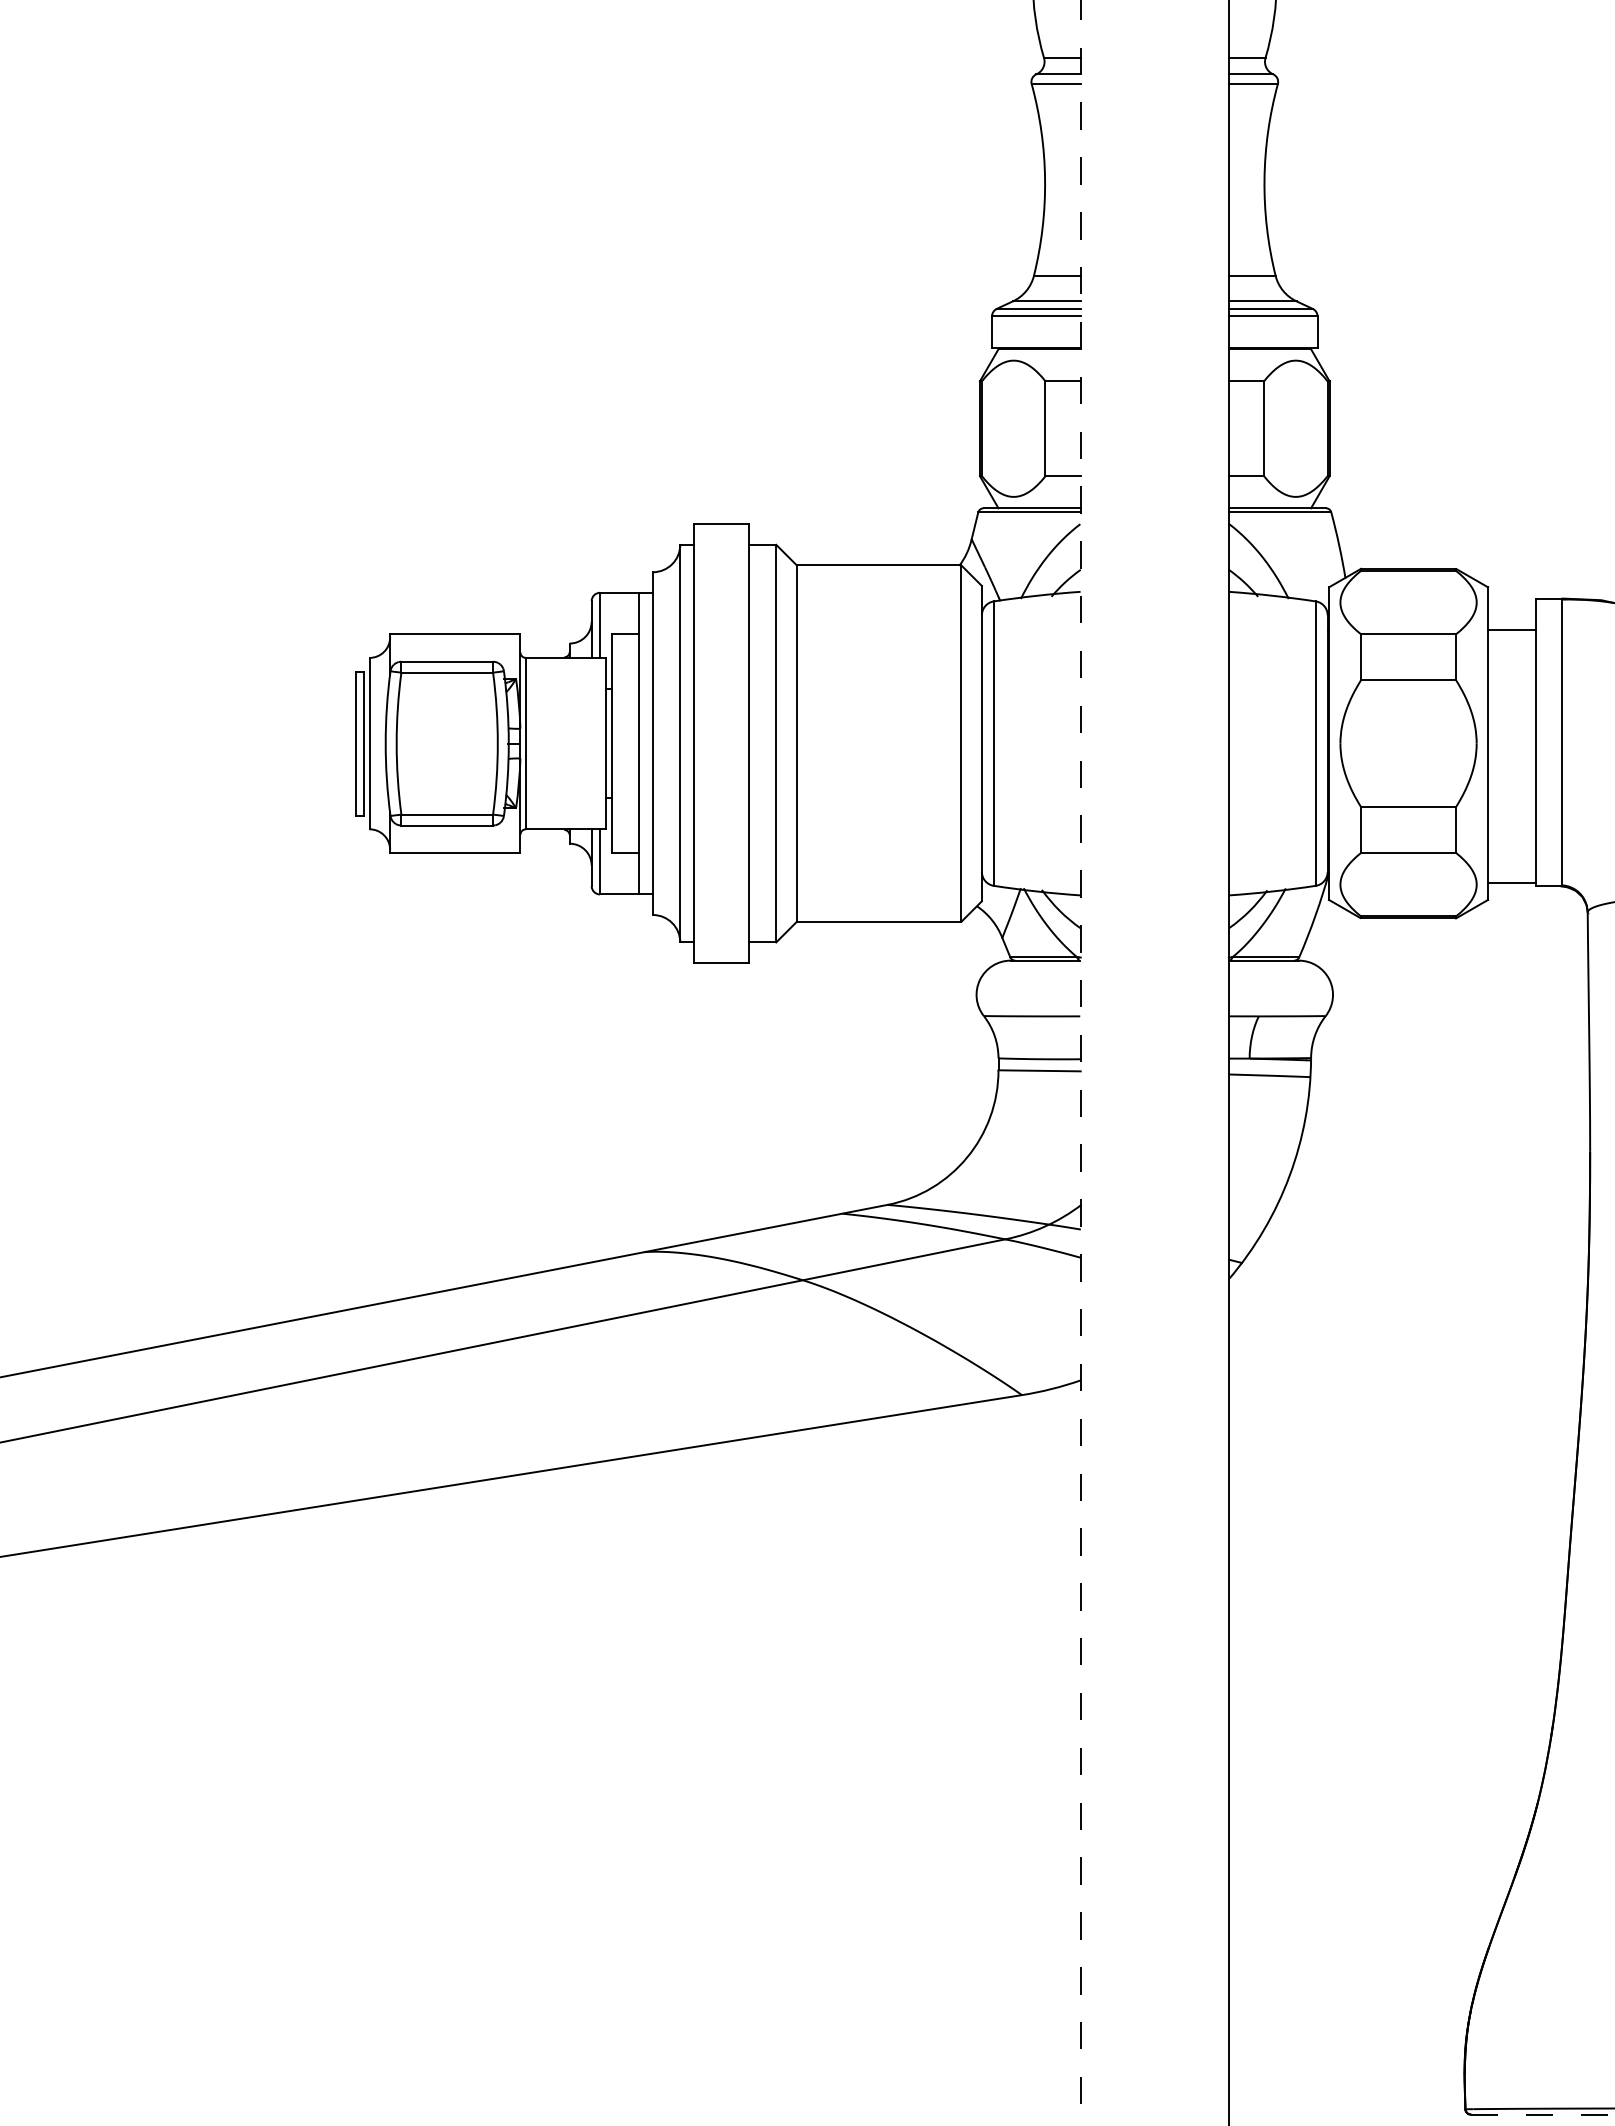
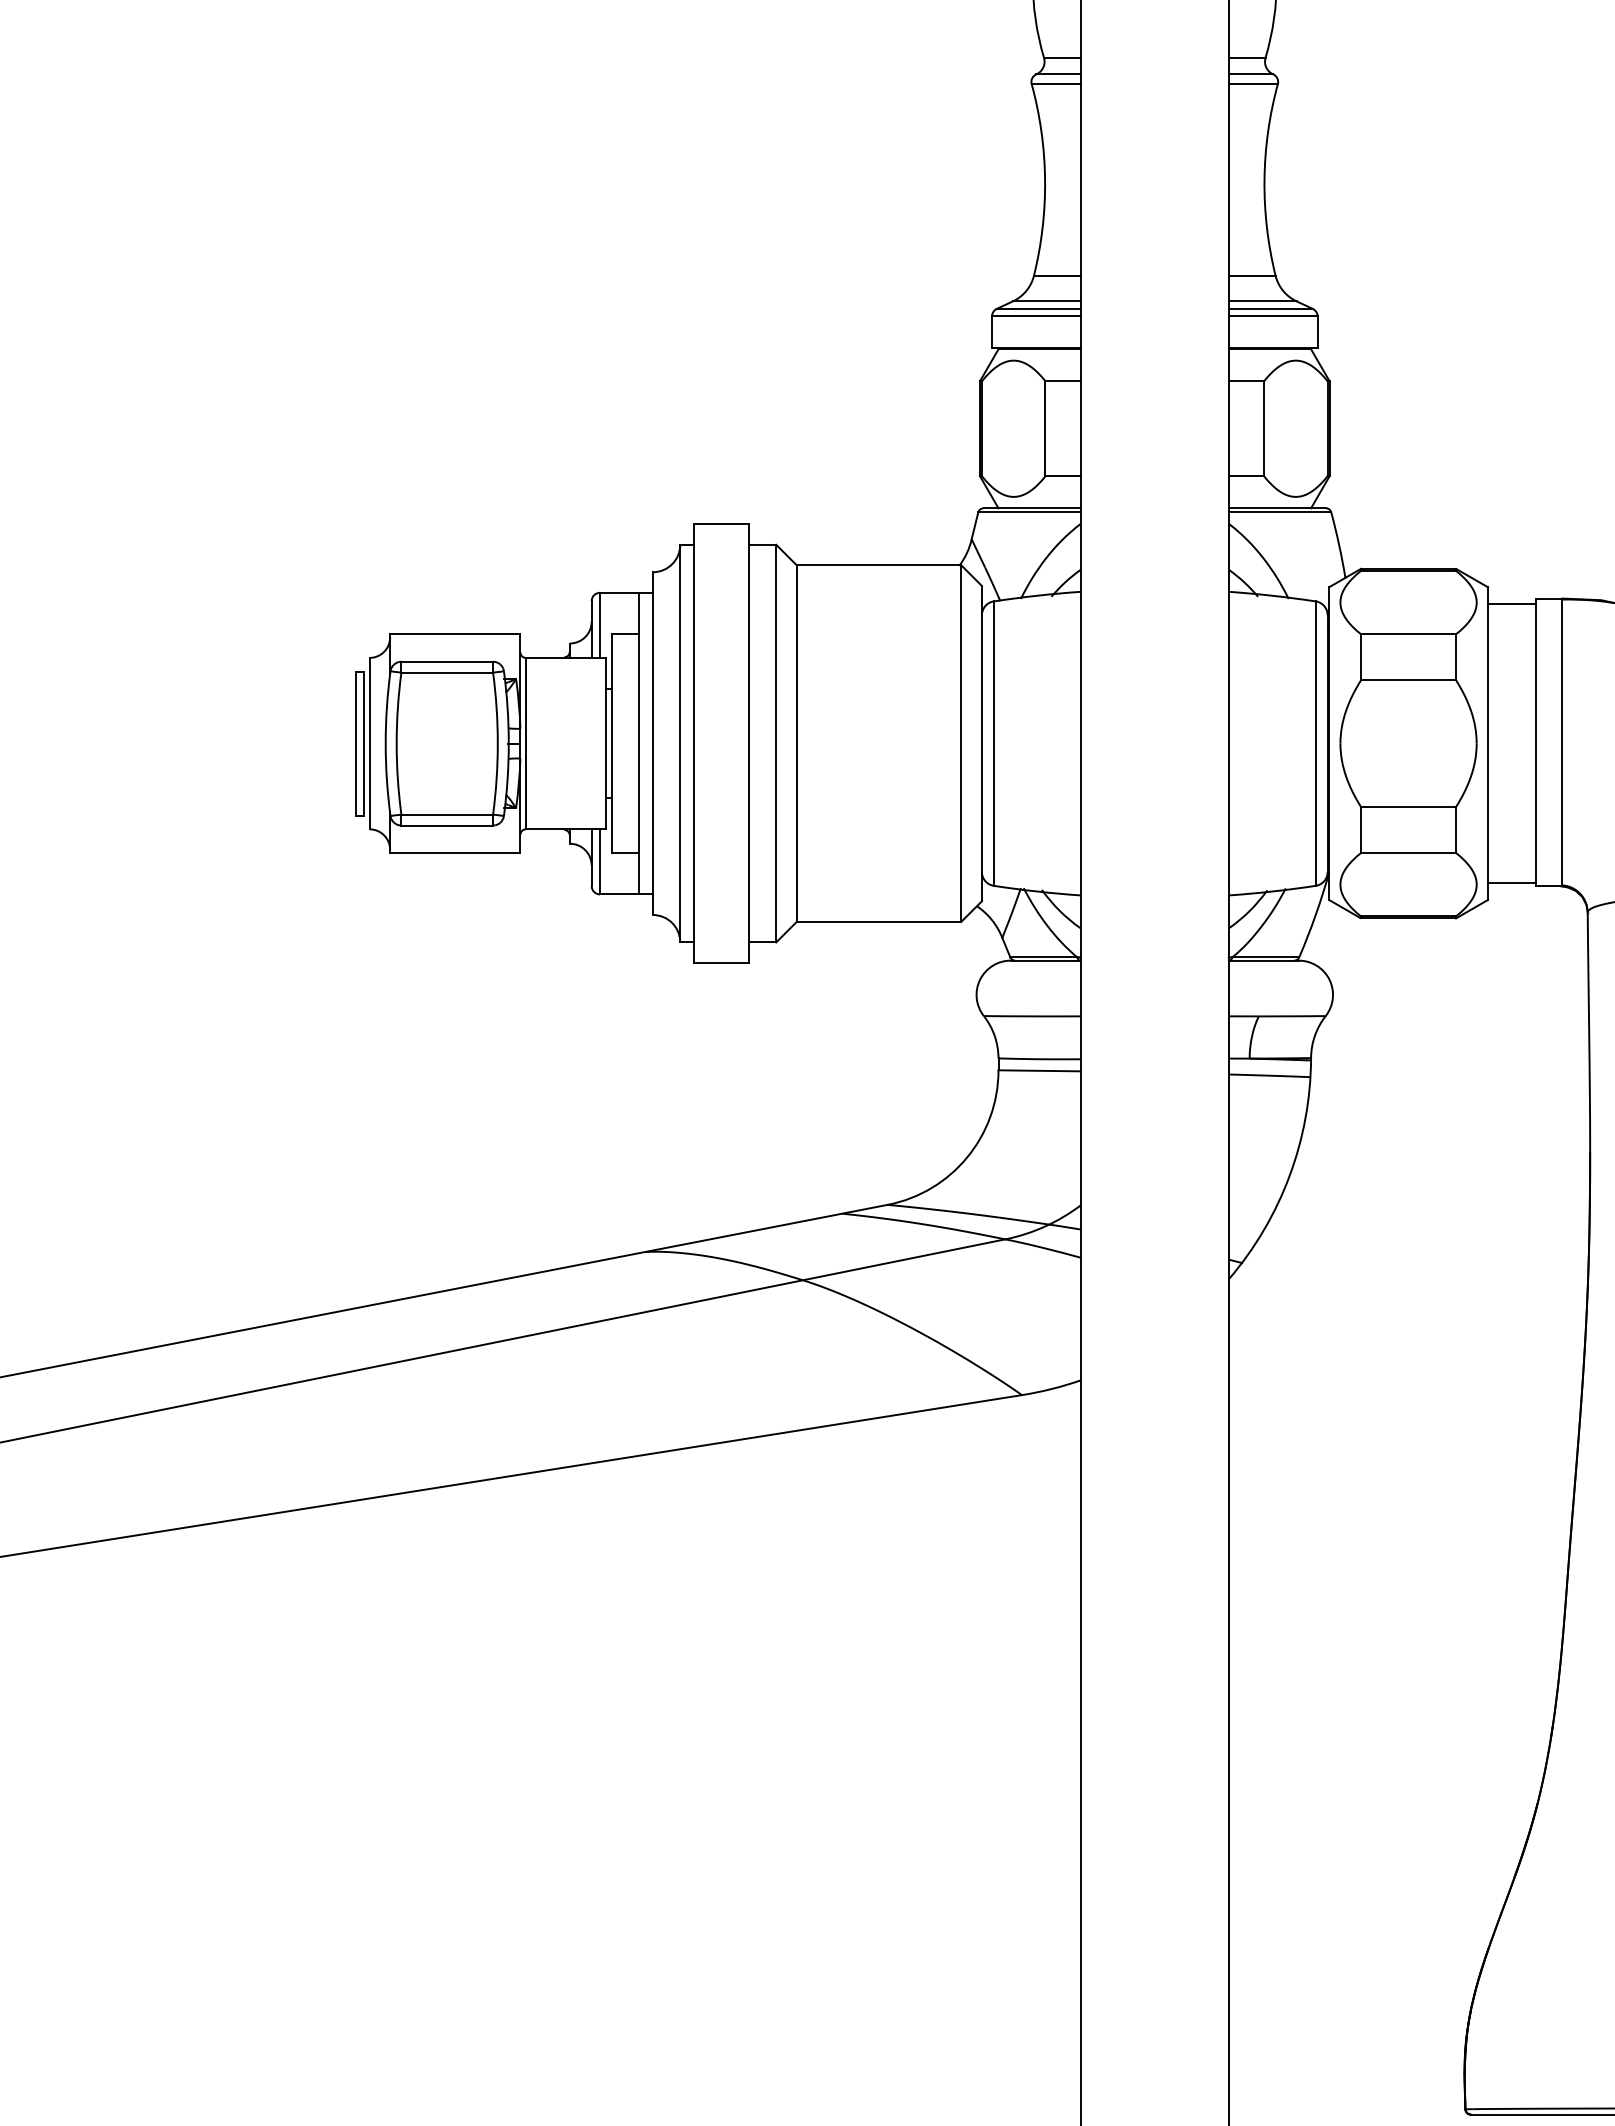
line at (1511, 629) position: (1511, 629) -> (1511, 603)
line at (1080, 1063): dashed -> solid
line at (1542, 2114): dashed -> solid
